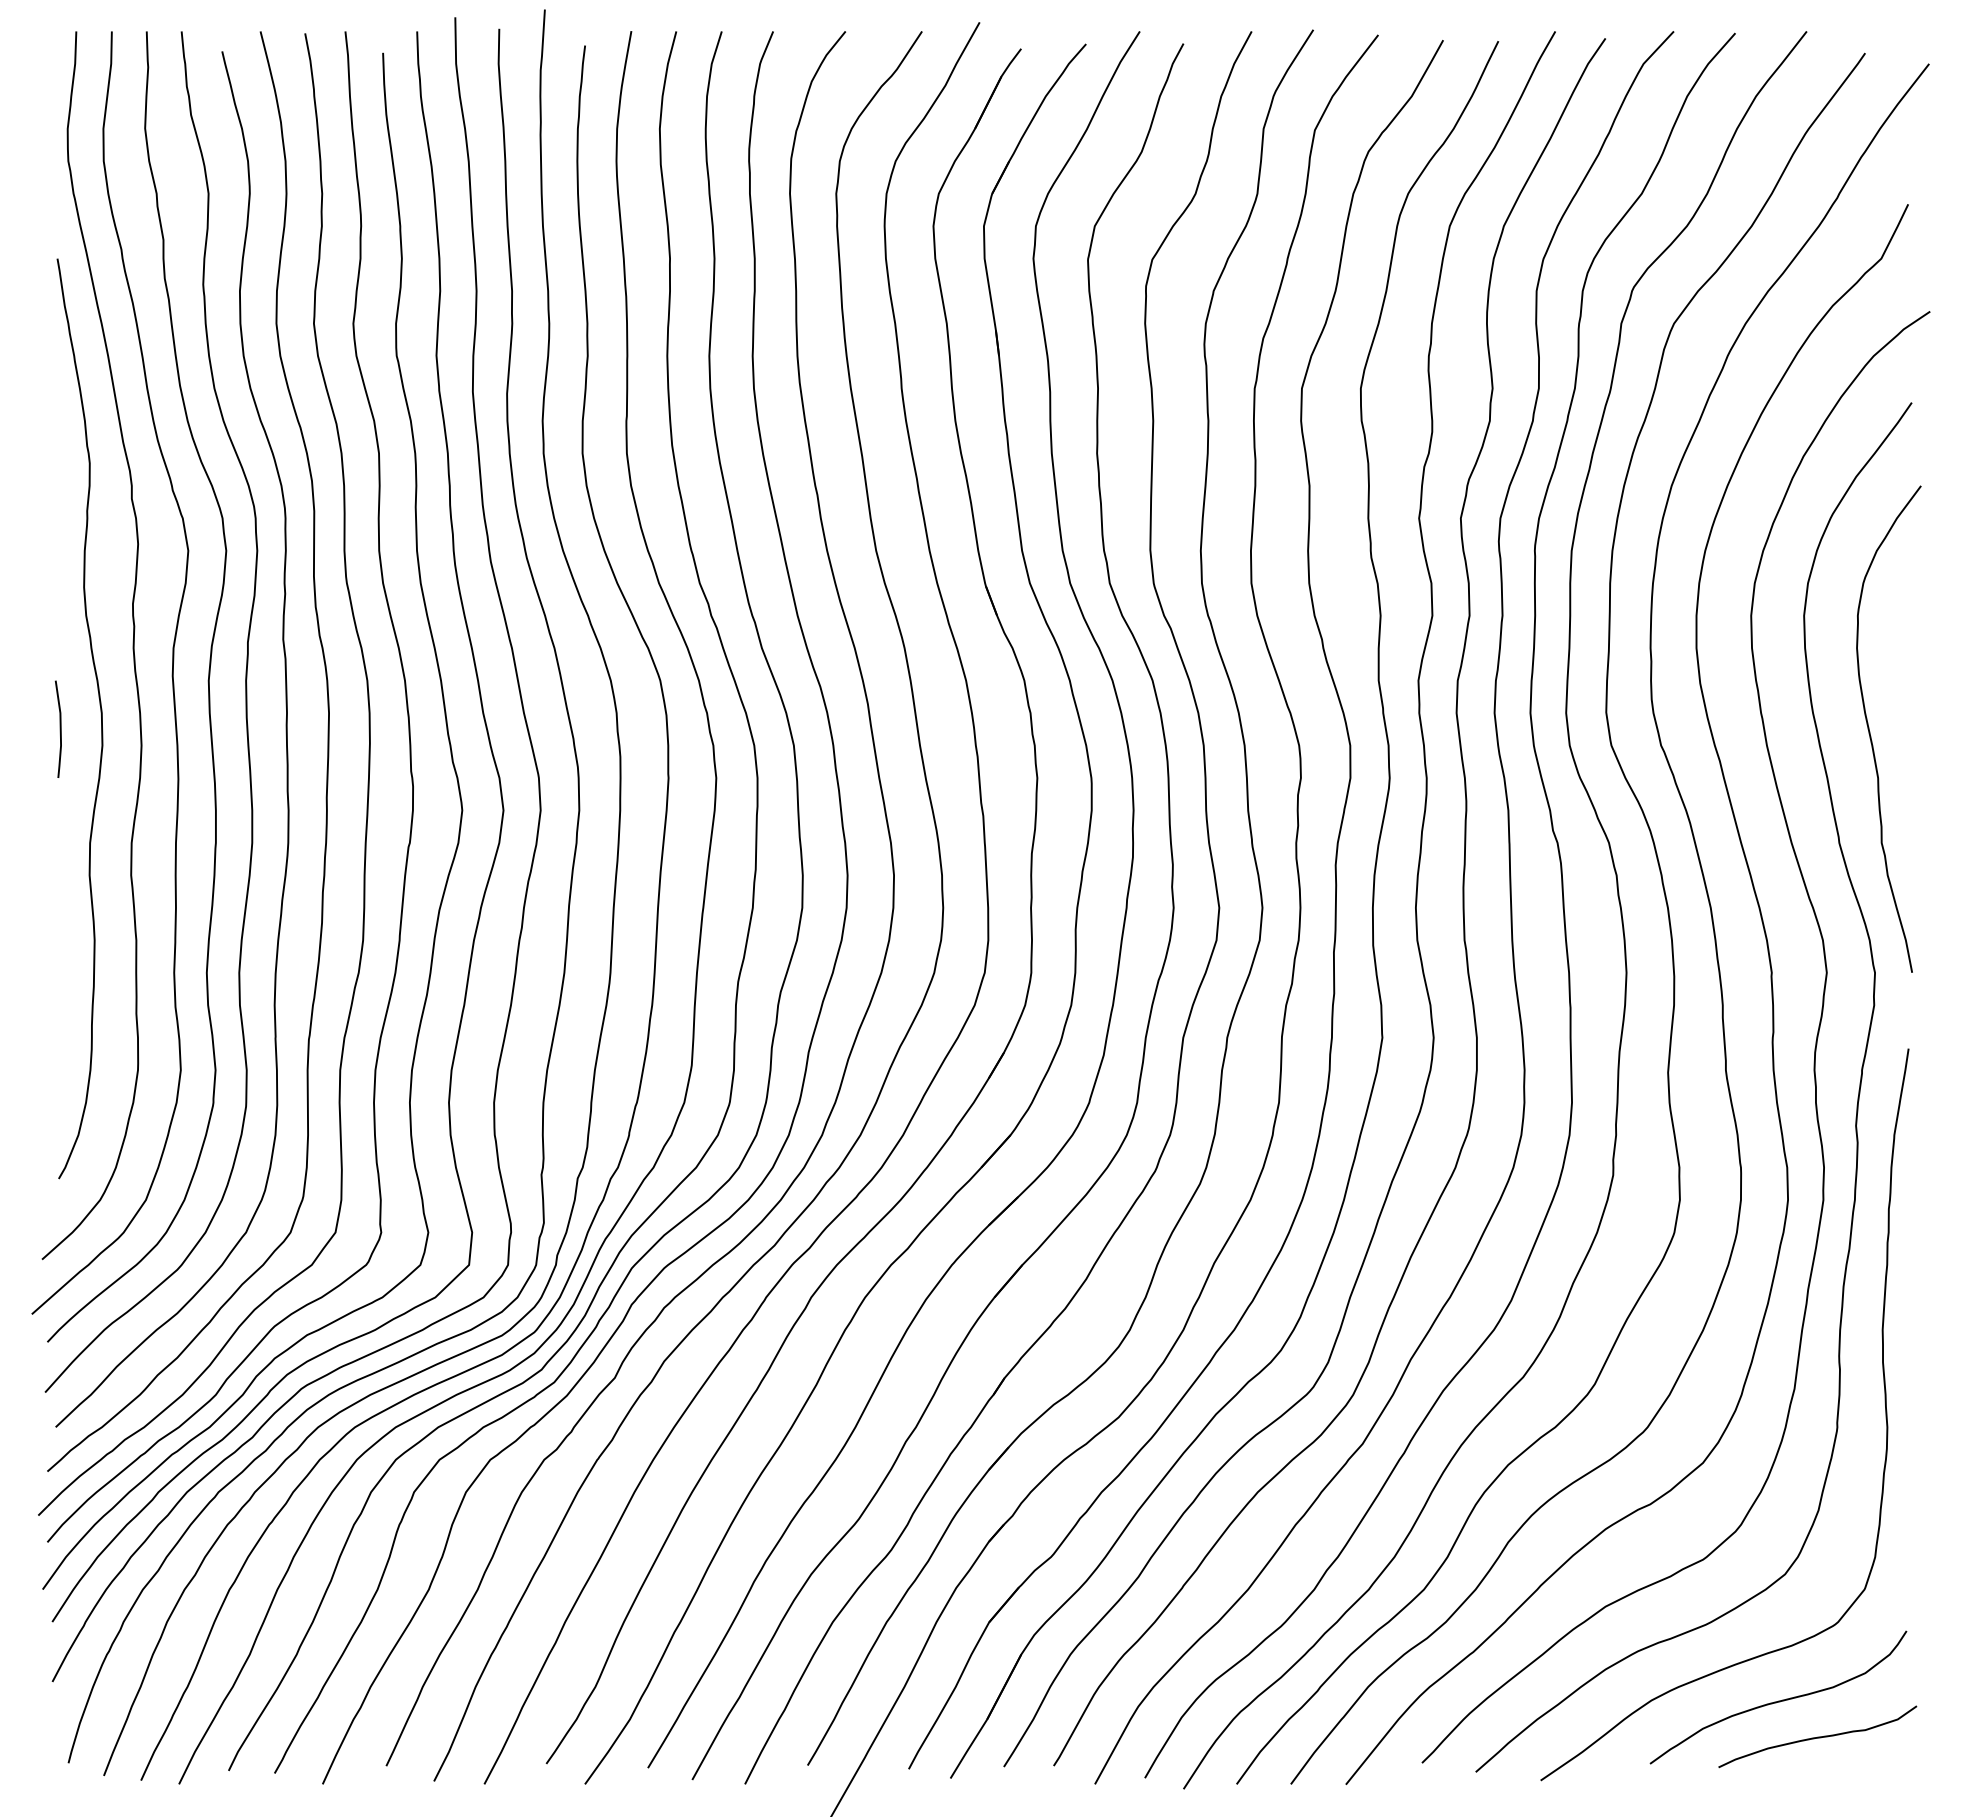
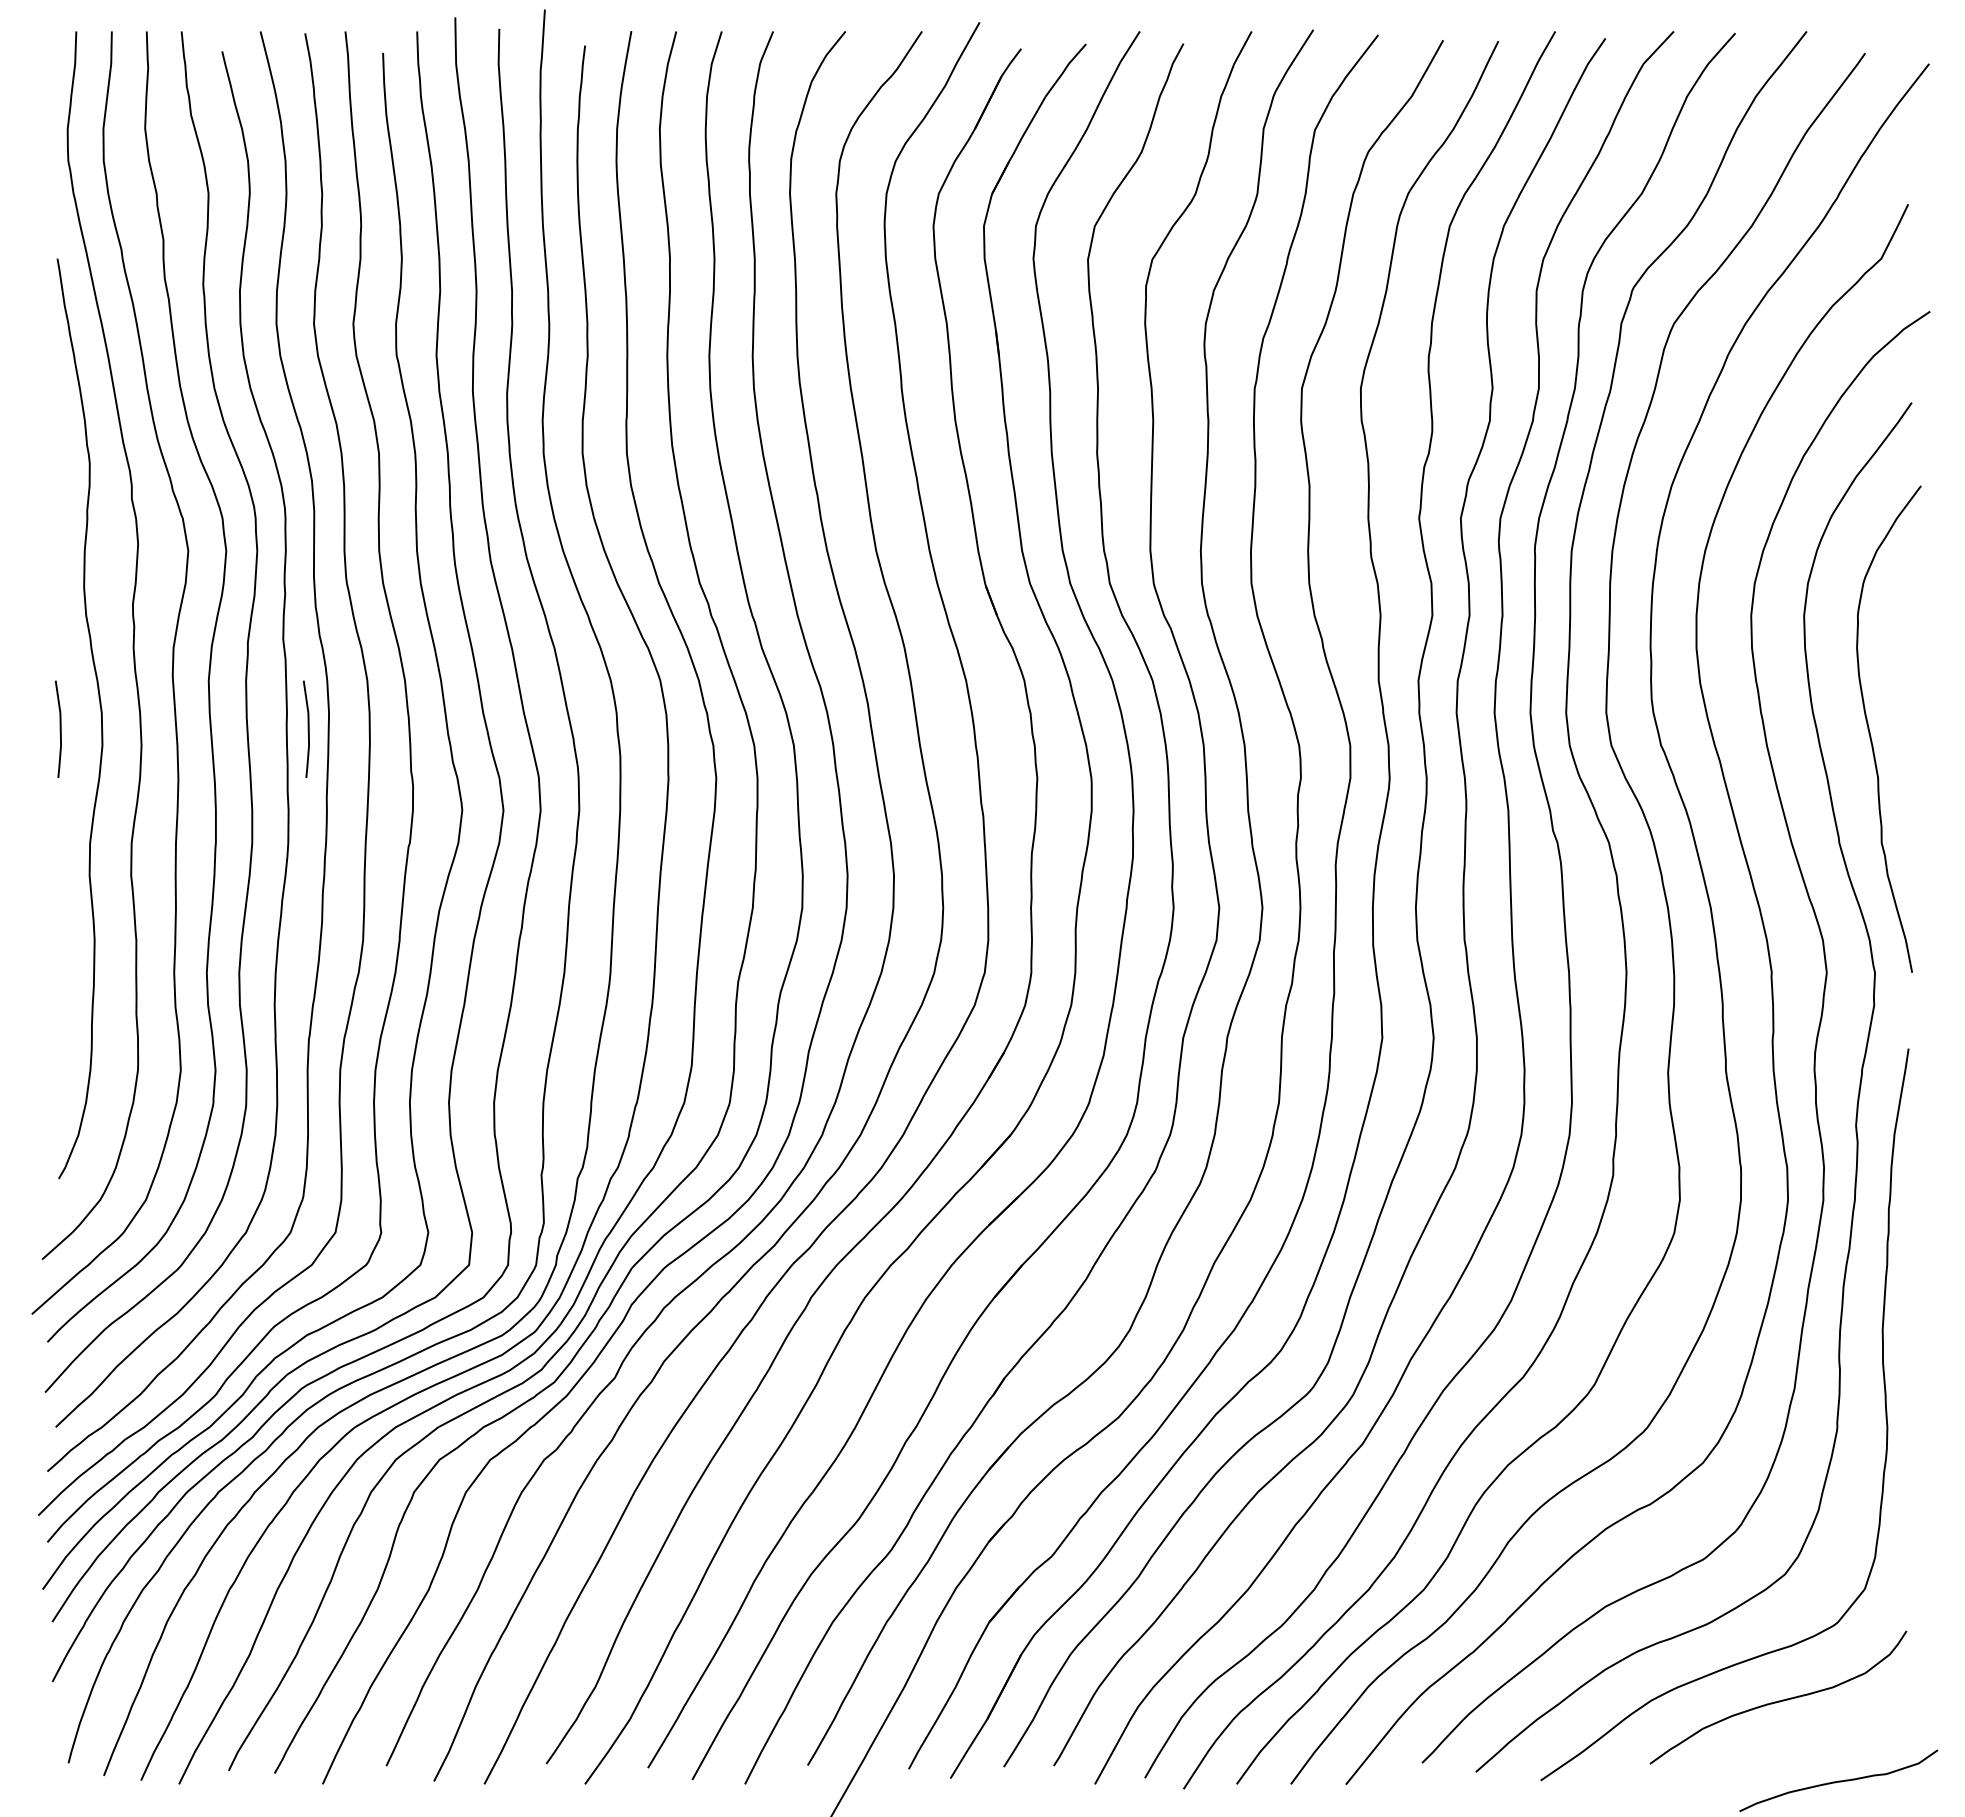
line at (307, 728): none -> present
curve at (1817, 1736) position: (1817, 1736) -> (1838, 1780)
